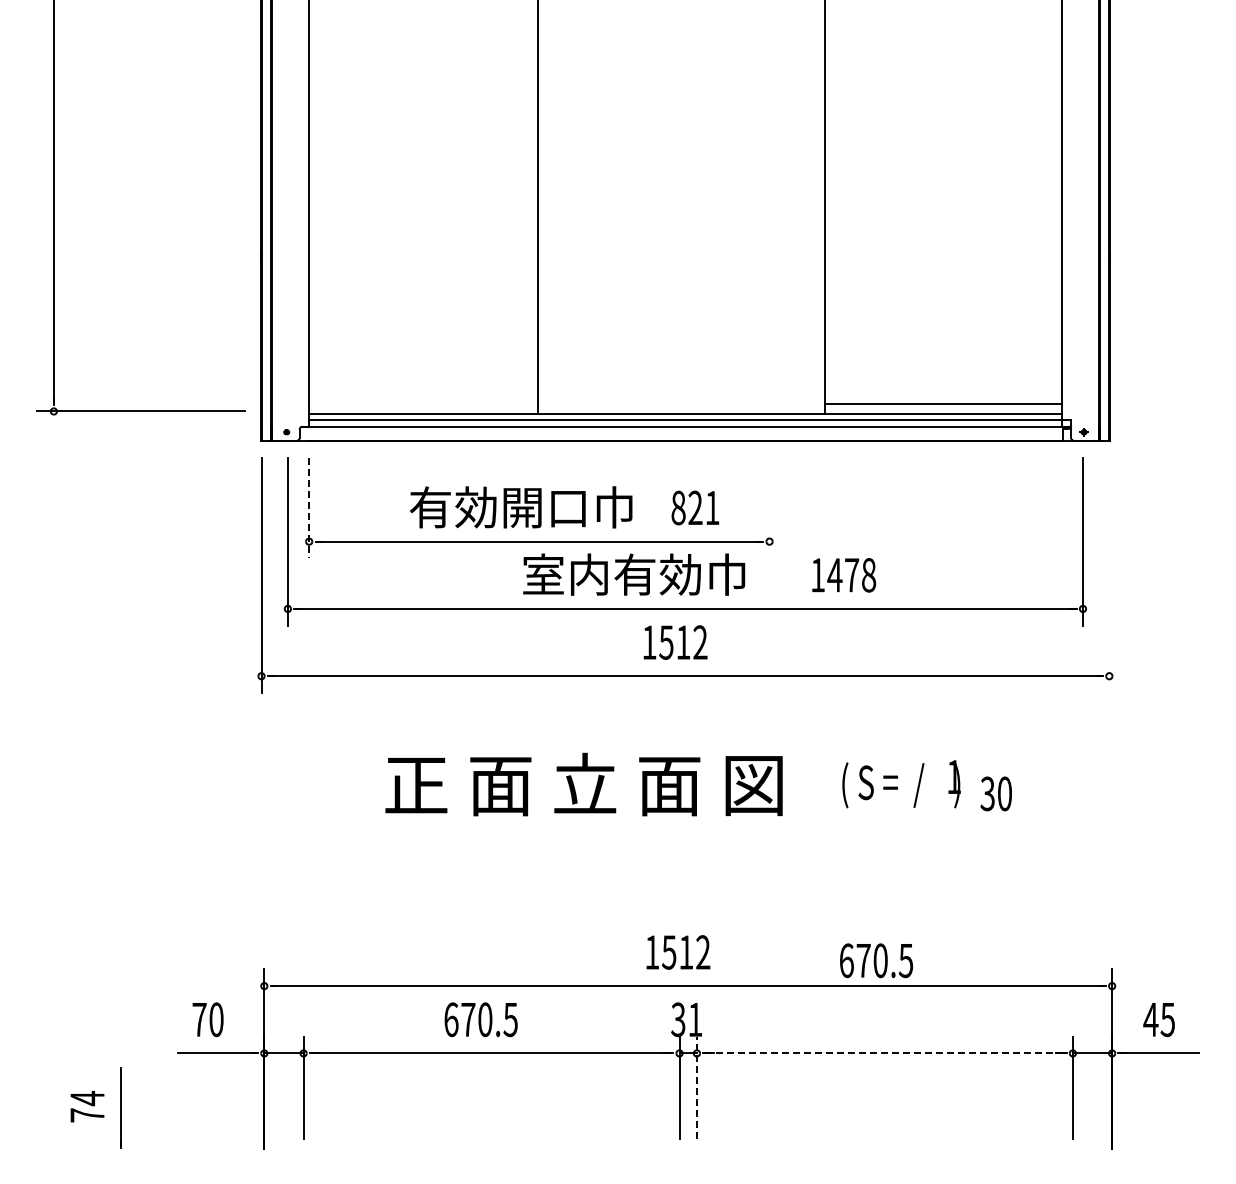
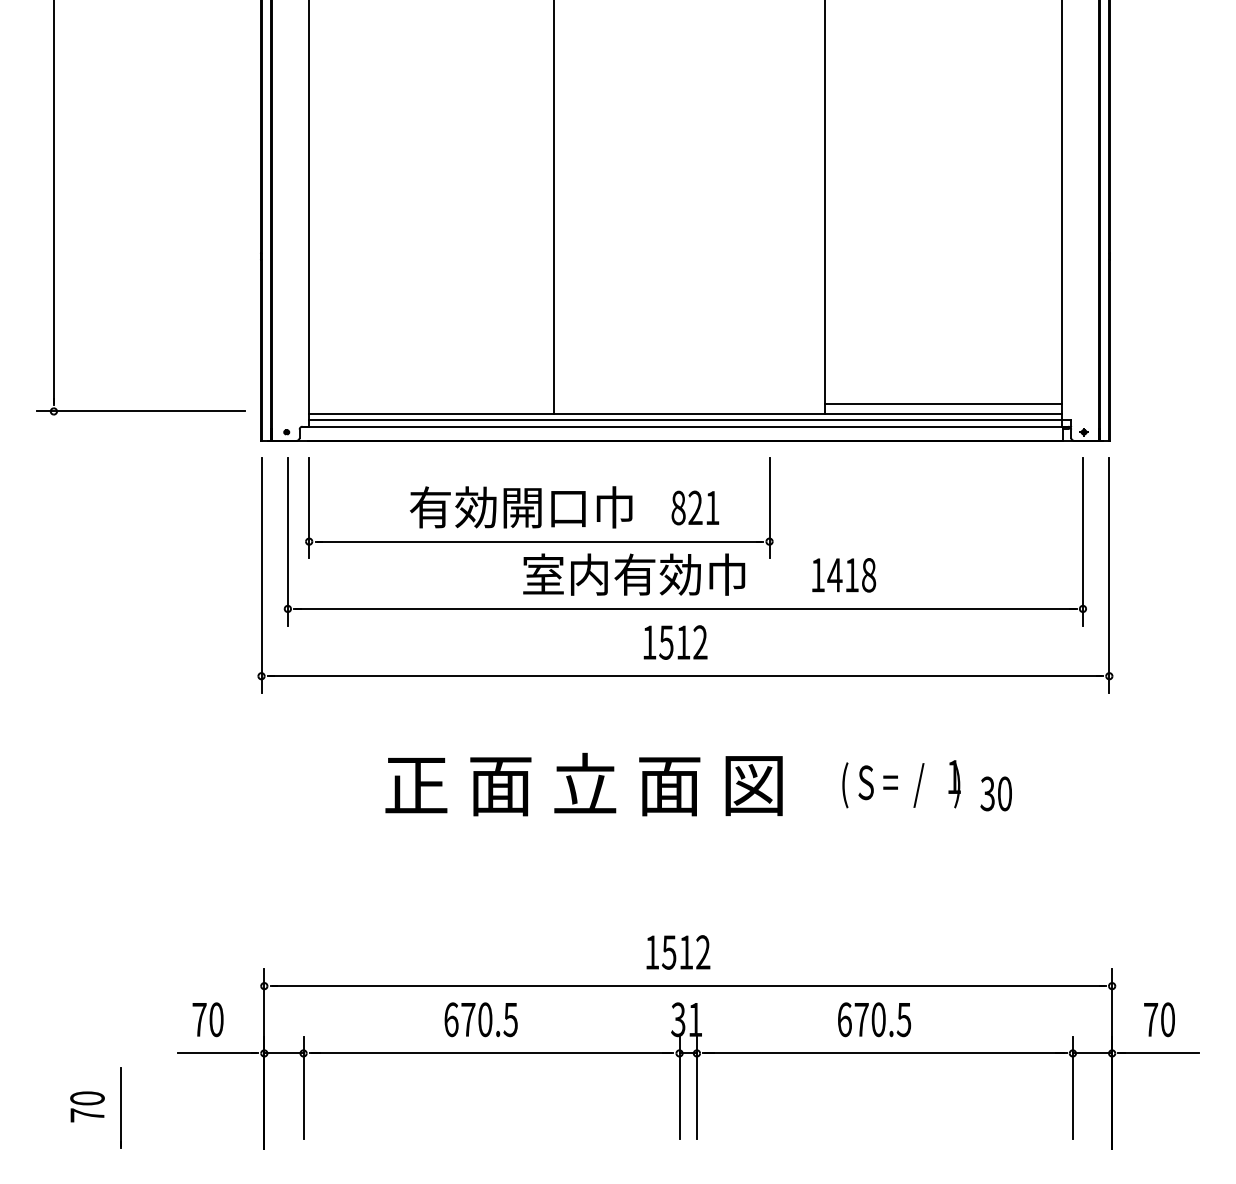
line at (538, 208) position: (538, 208) -> (554, 208)
line at (769, 507): none -> present
line at (309, 508): dashed -> solid
text at (852, 575): 1478 -> 1418
line at (1109, 575): none -> present
text at (876, 960) position: (876, 960) -> (874, 1019)
text at (1158, 1019): 45 -> 70
line at (884, 1053): dashed -> solid
line at (696, 1087): dashed -> solid
text at (87, 1098): 74 -> 70
